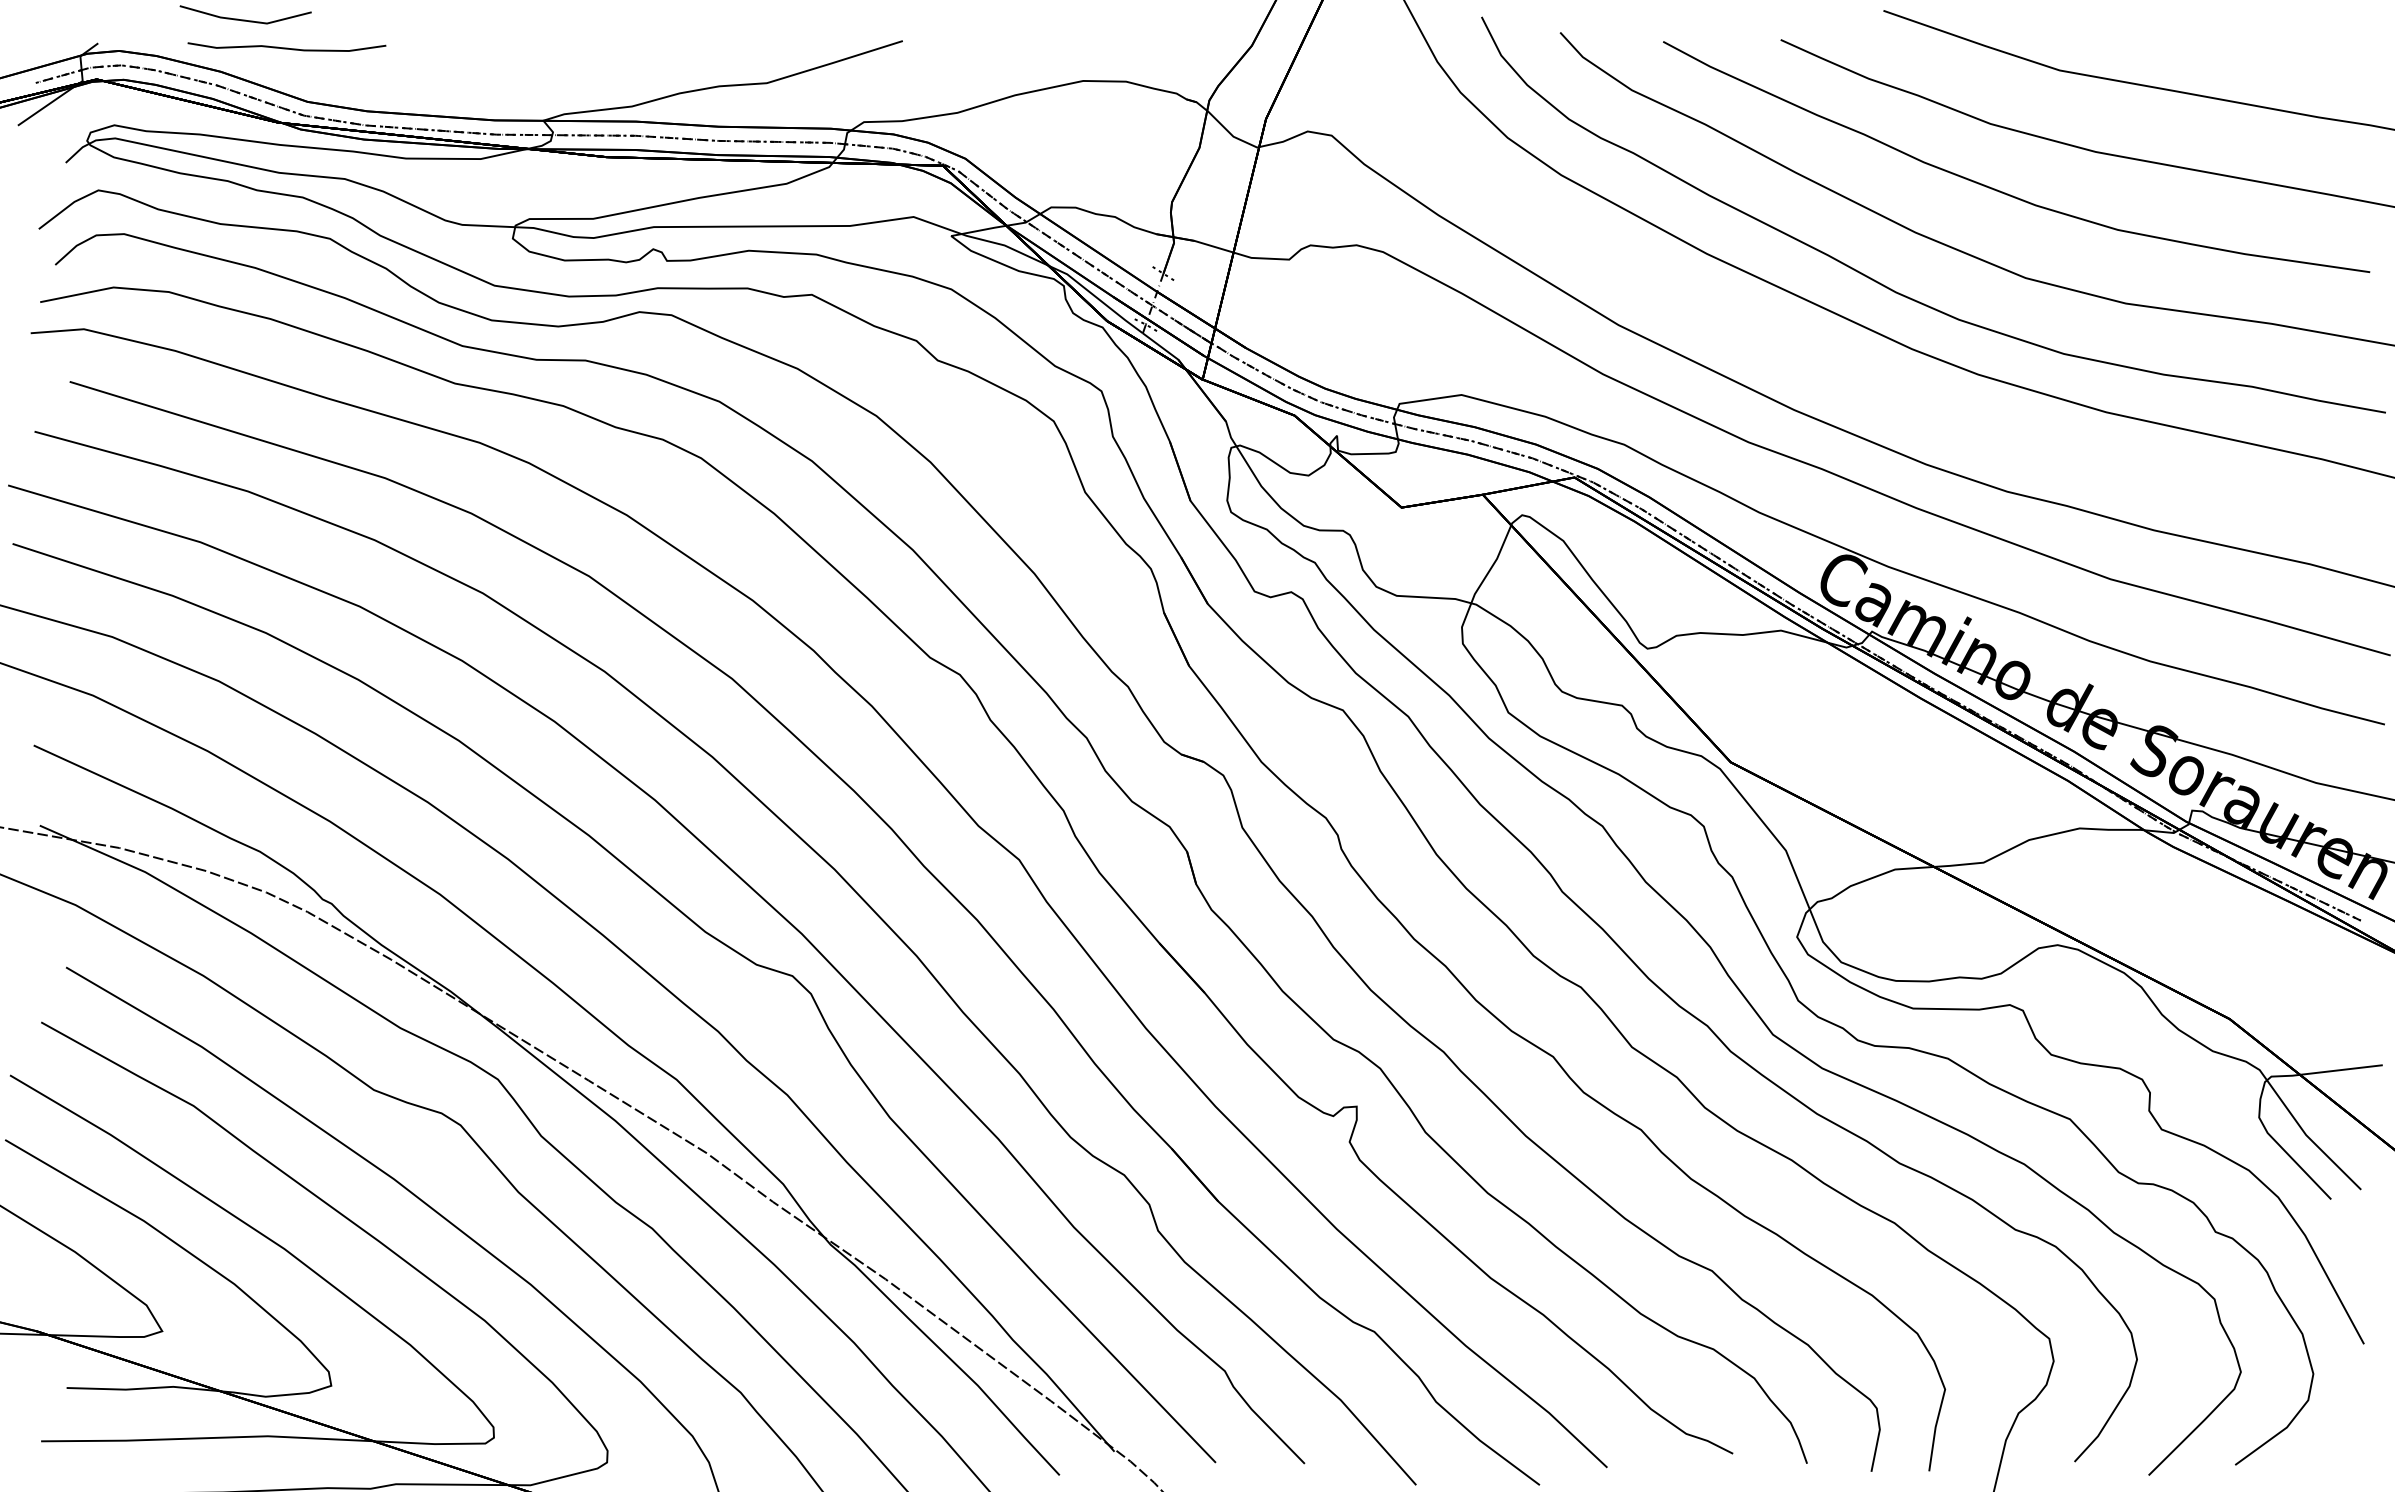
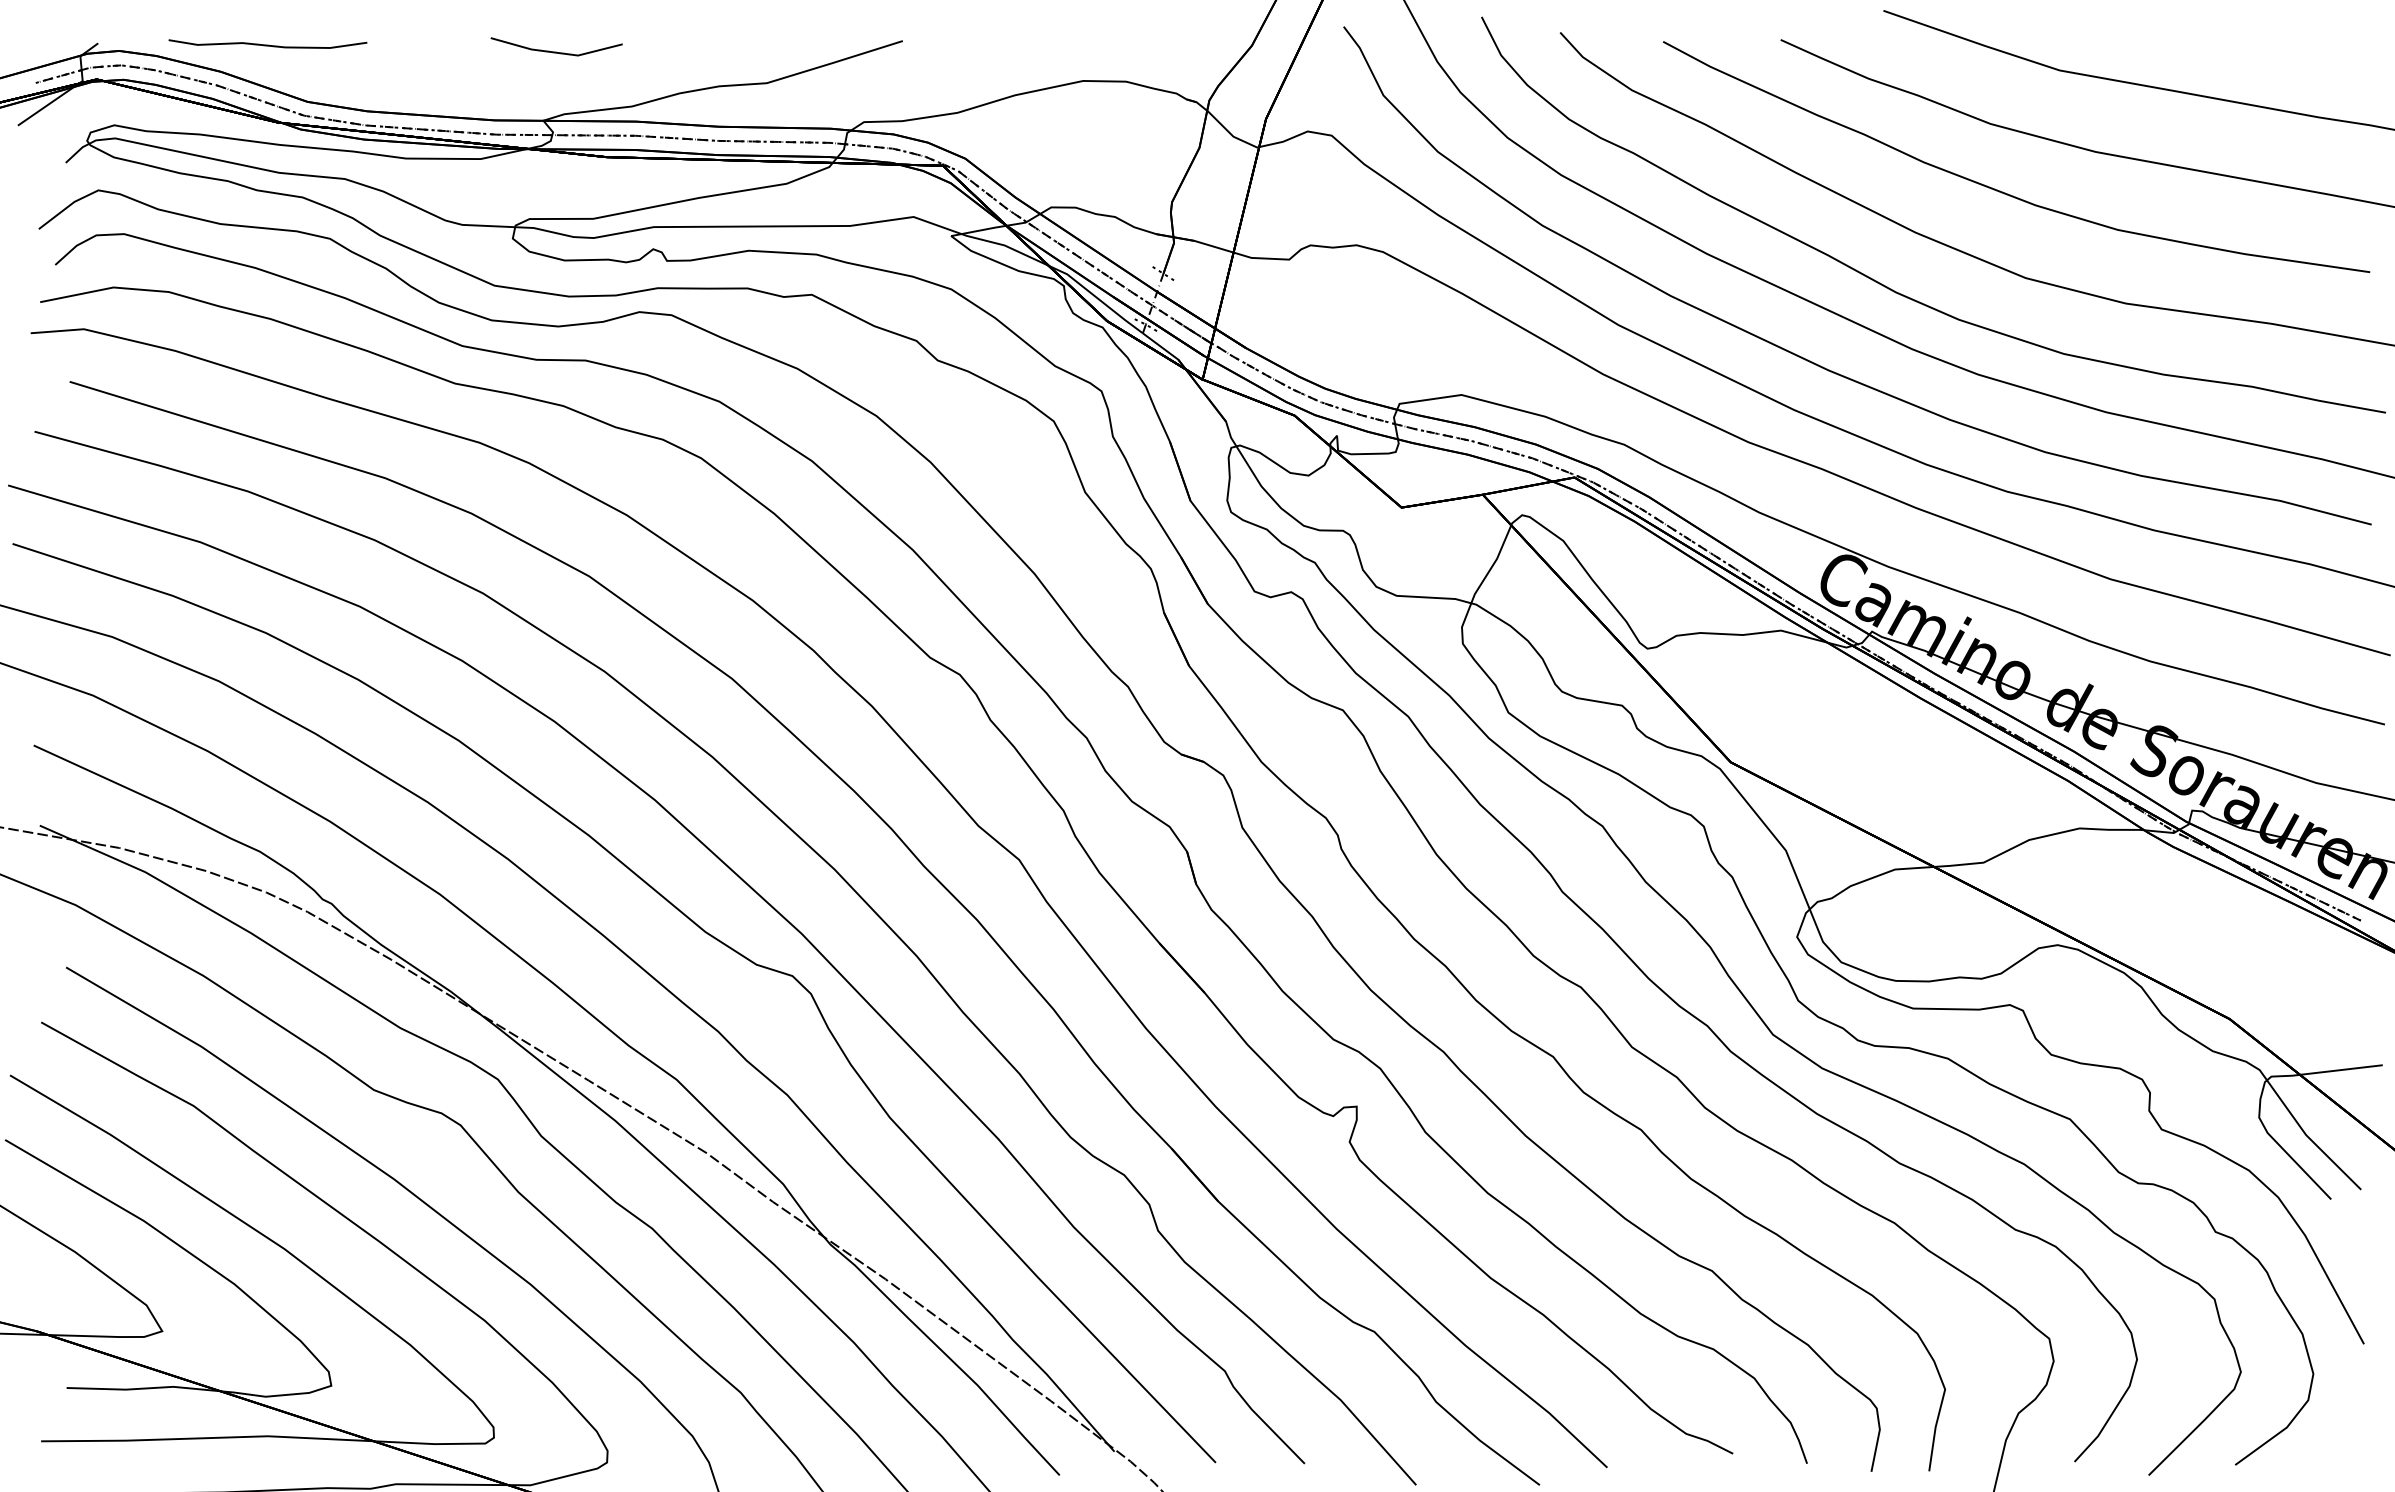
line at (245, 19) position: (245, 19) -> (556, 51)
curve at (286, 47) position: (286, 47) -> (267, 44)
curve at (1814, 362): none -> present
